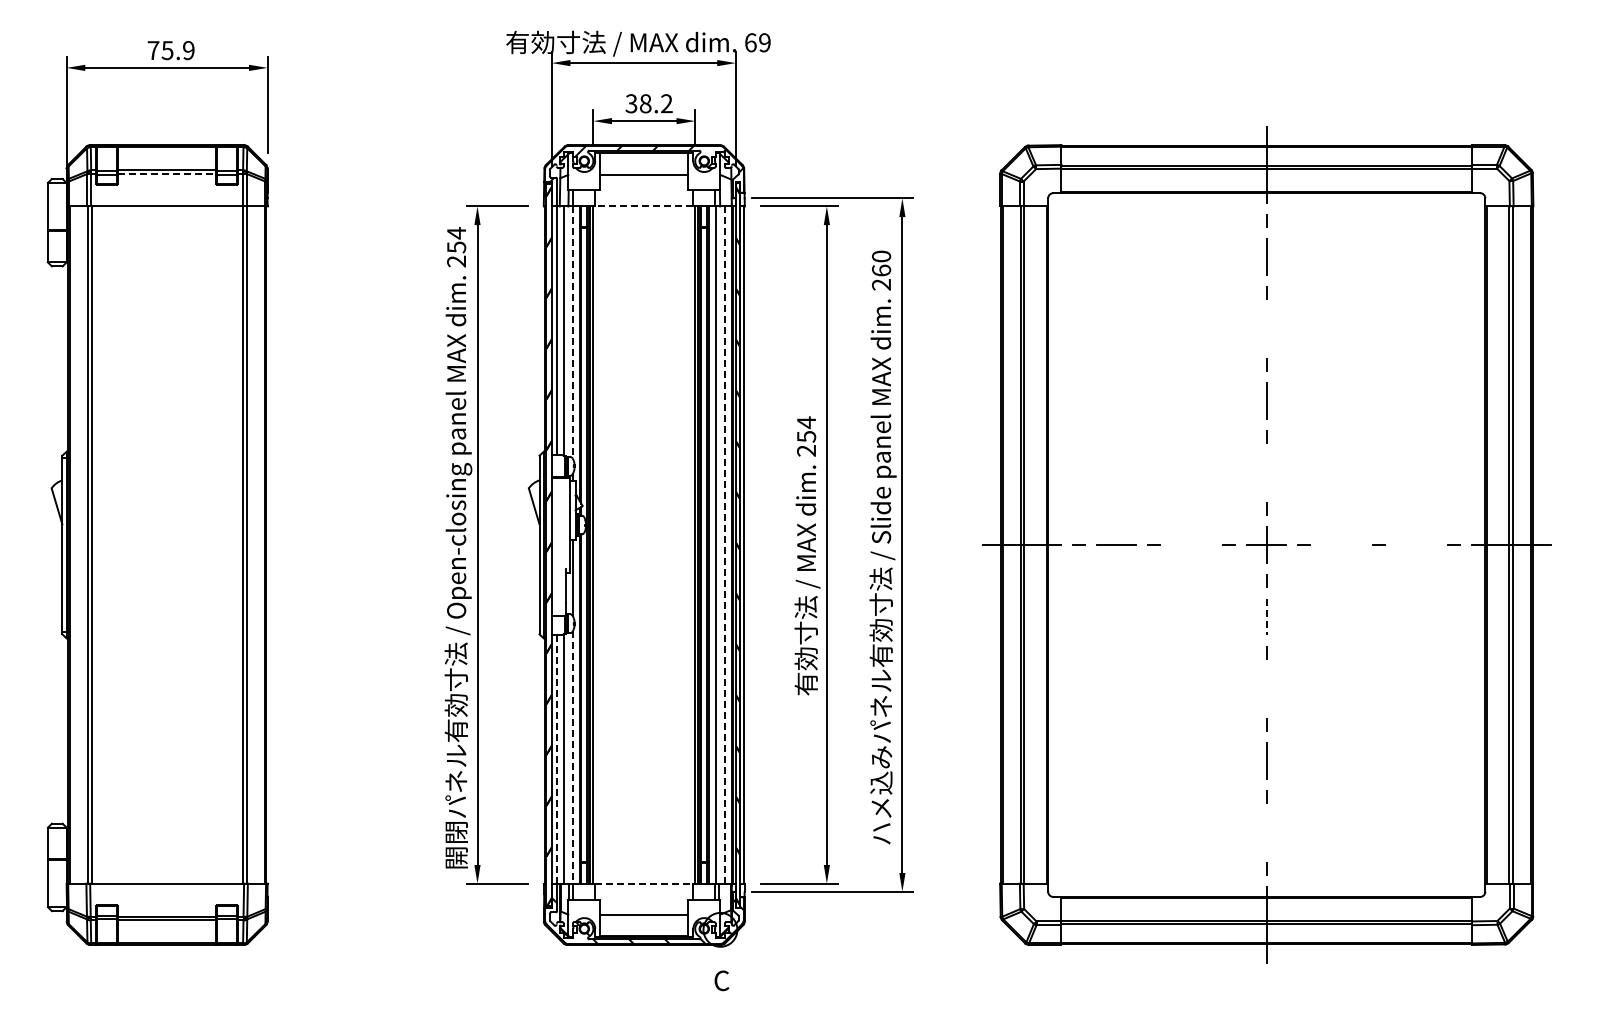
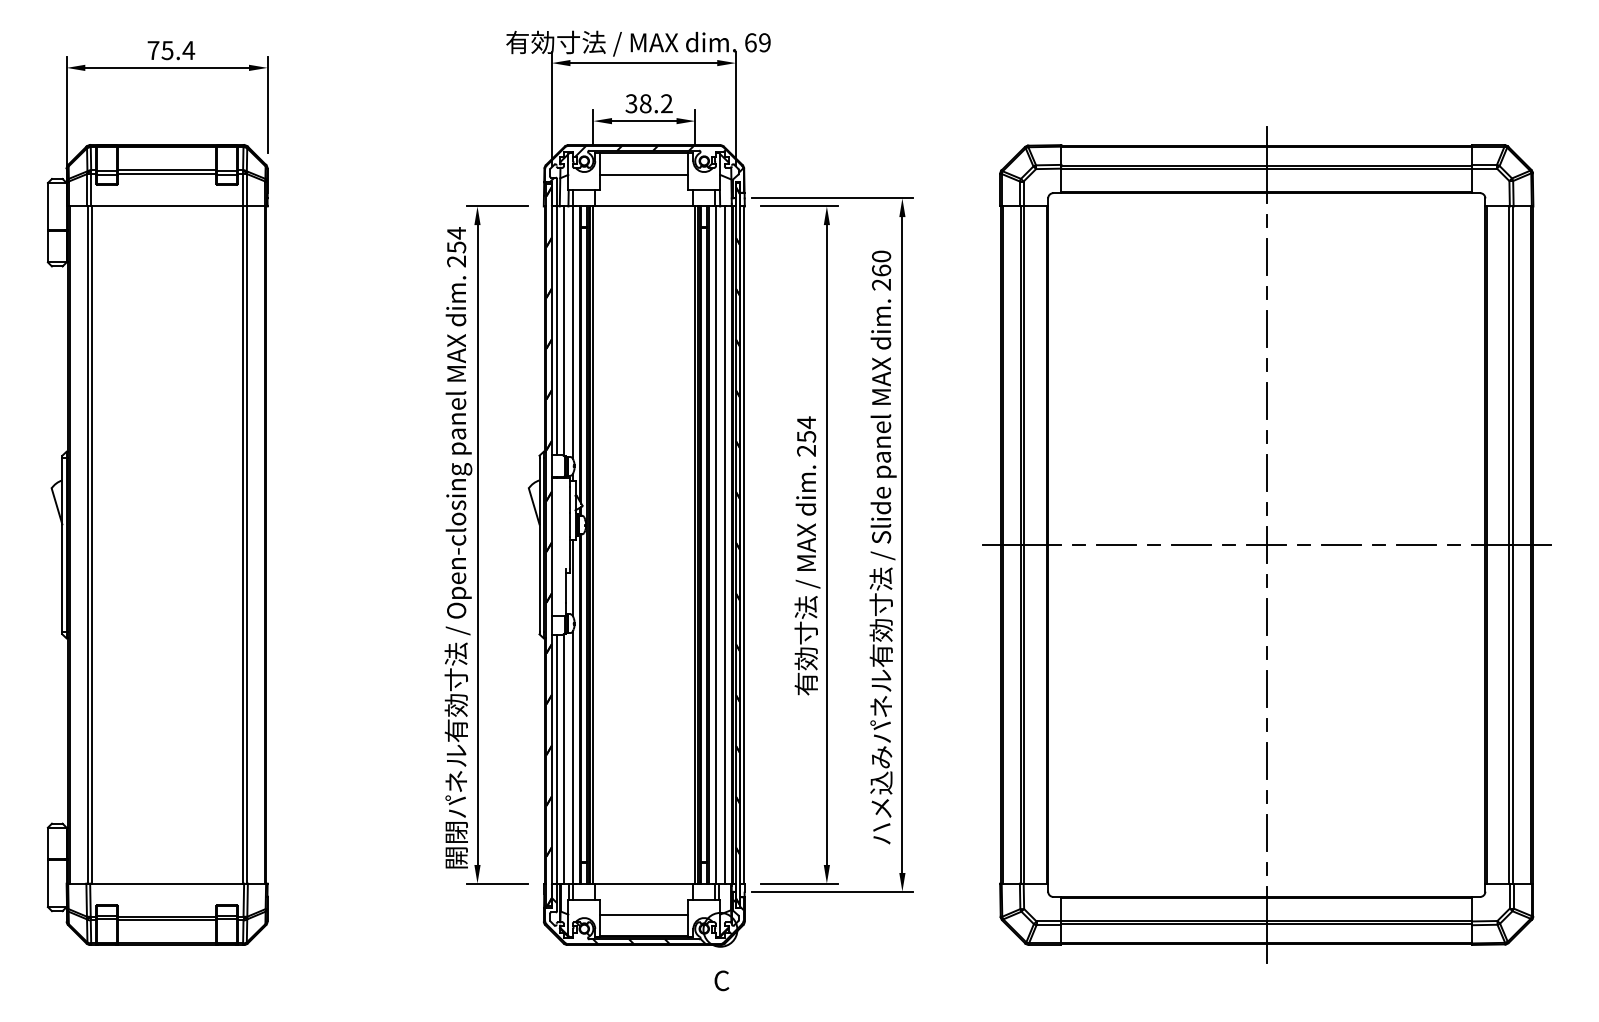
text at (188, 50): 75.9 -> 75.4
line at (167, 174): dashed -> solid
line at (643, 206): dashed -> solid
line at (1266, 329): none -> present
line at (572, 333): dashed -> solid
line at (1266, 472): none -> present
line at (724, 545): dashed -> solid
line at (1191, 545): none -> present
line at (1341, 545): none -> present
line at (1416, 545): none -> present
line at (1266, 616): dashed -> solid
line at (1266, 688): none -> present
line at (572, 758): dashed -> solid
line at (557, 759): dashed -> solid
line at (1266, 832): none -> present
line at (644, 883): dashed -> solid
